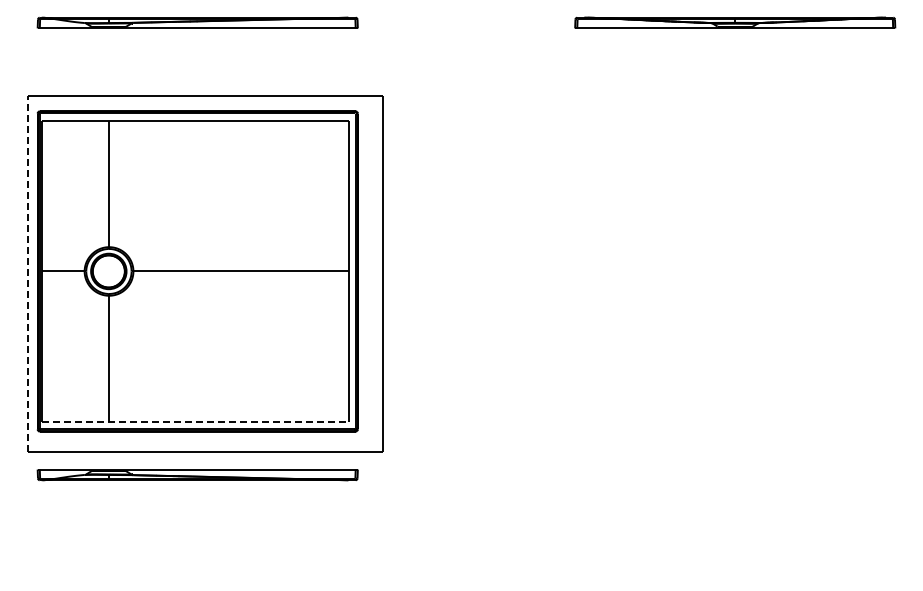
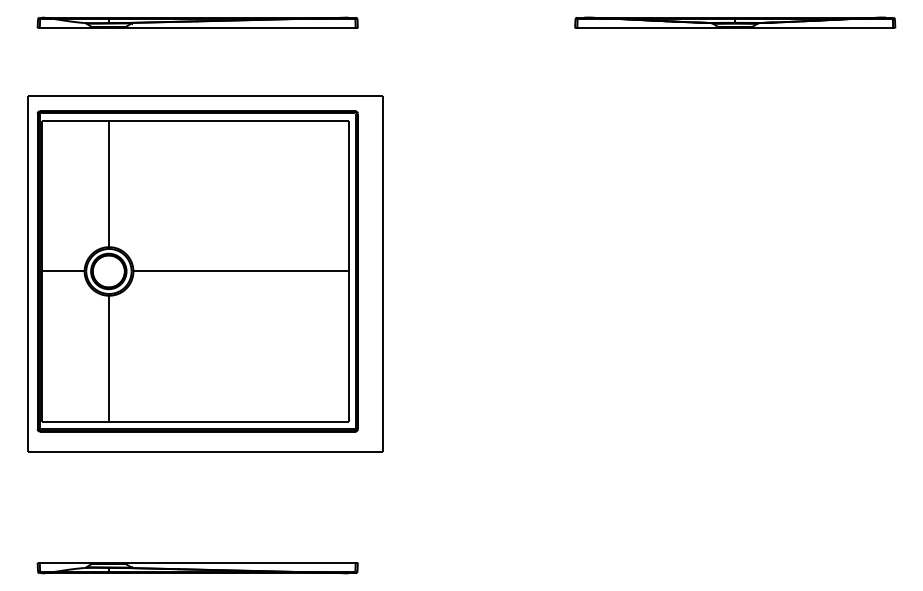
line at (27, 273): dashed -> solid
line at (195, 422): dashed -> solid
part at (197, 475) position: (197, 475) -> (197, 568)
